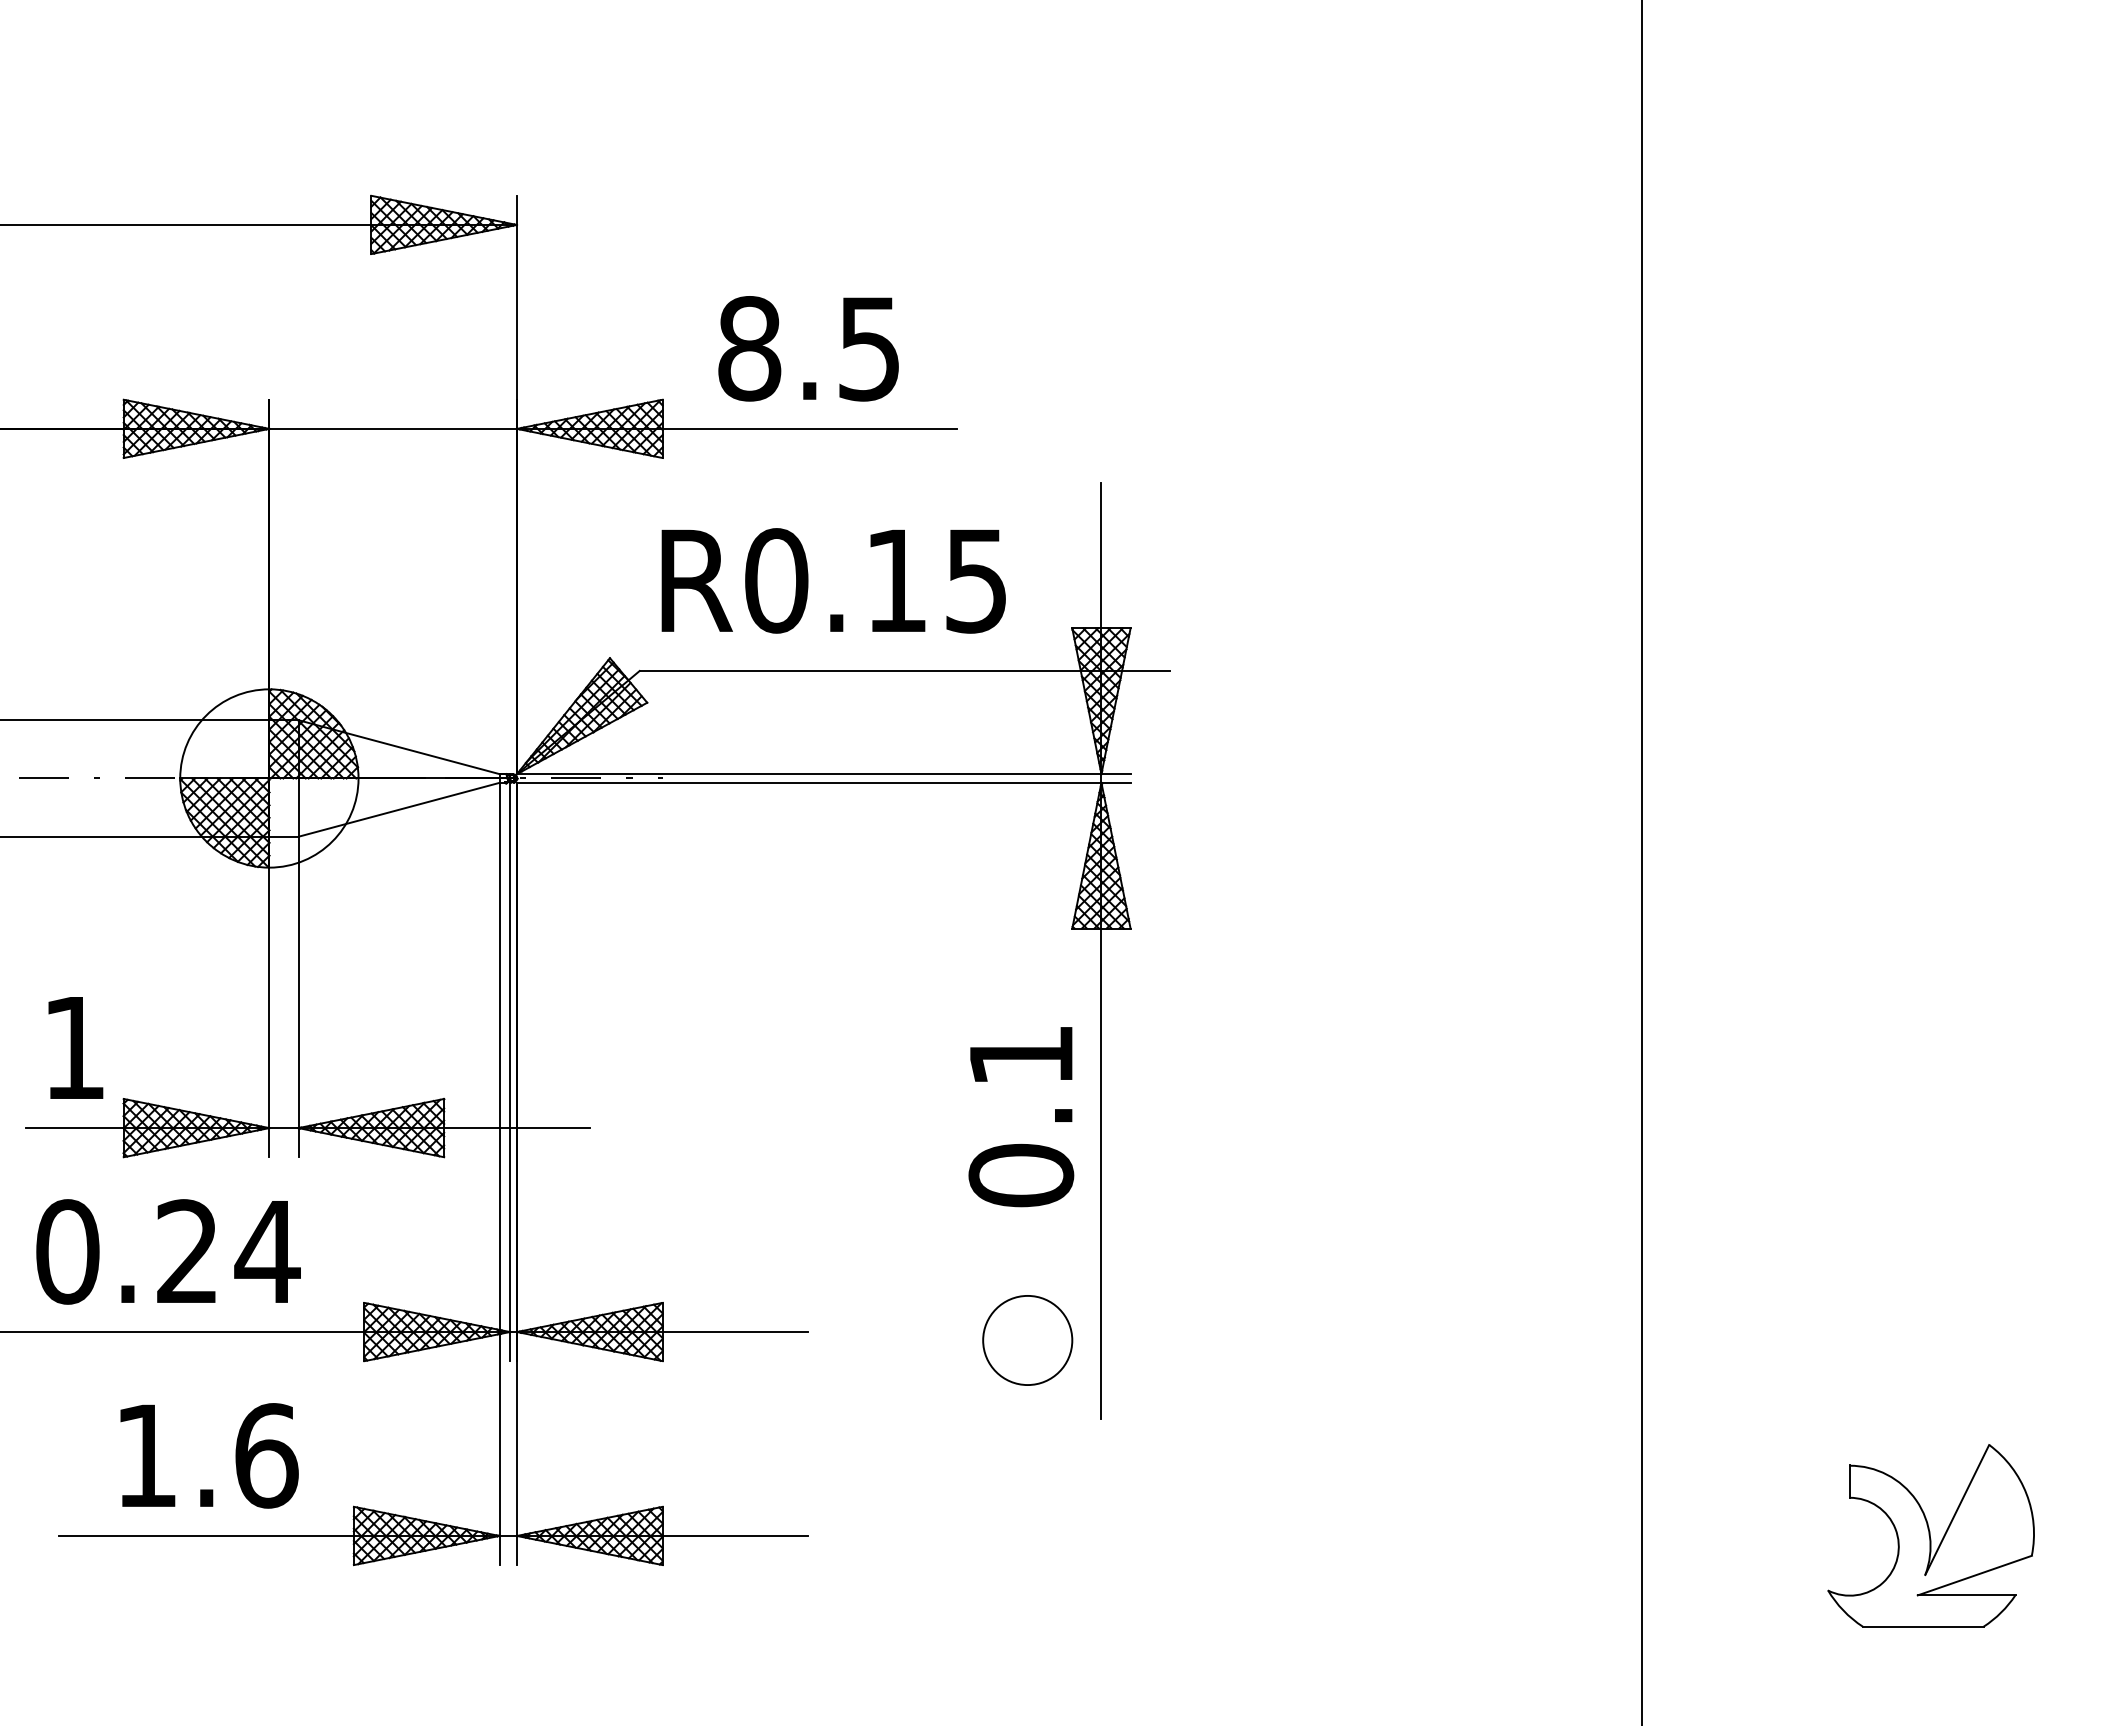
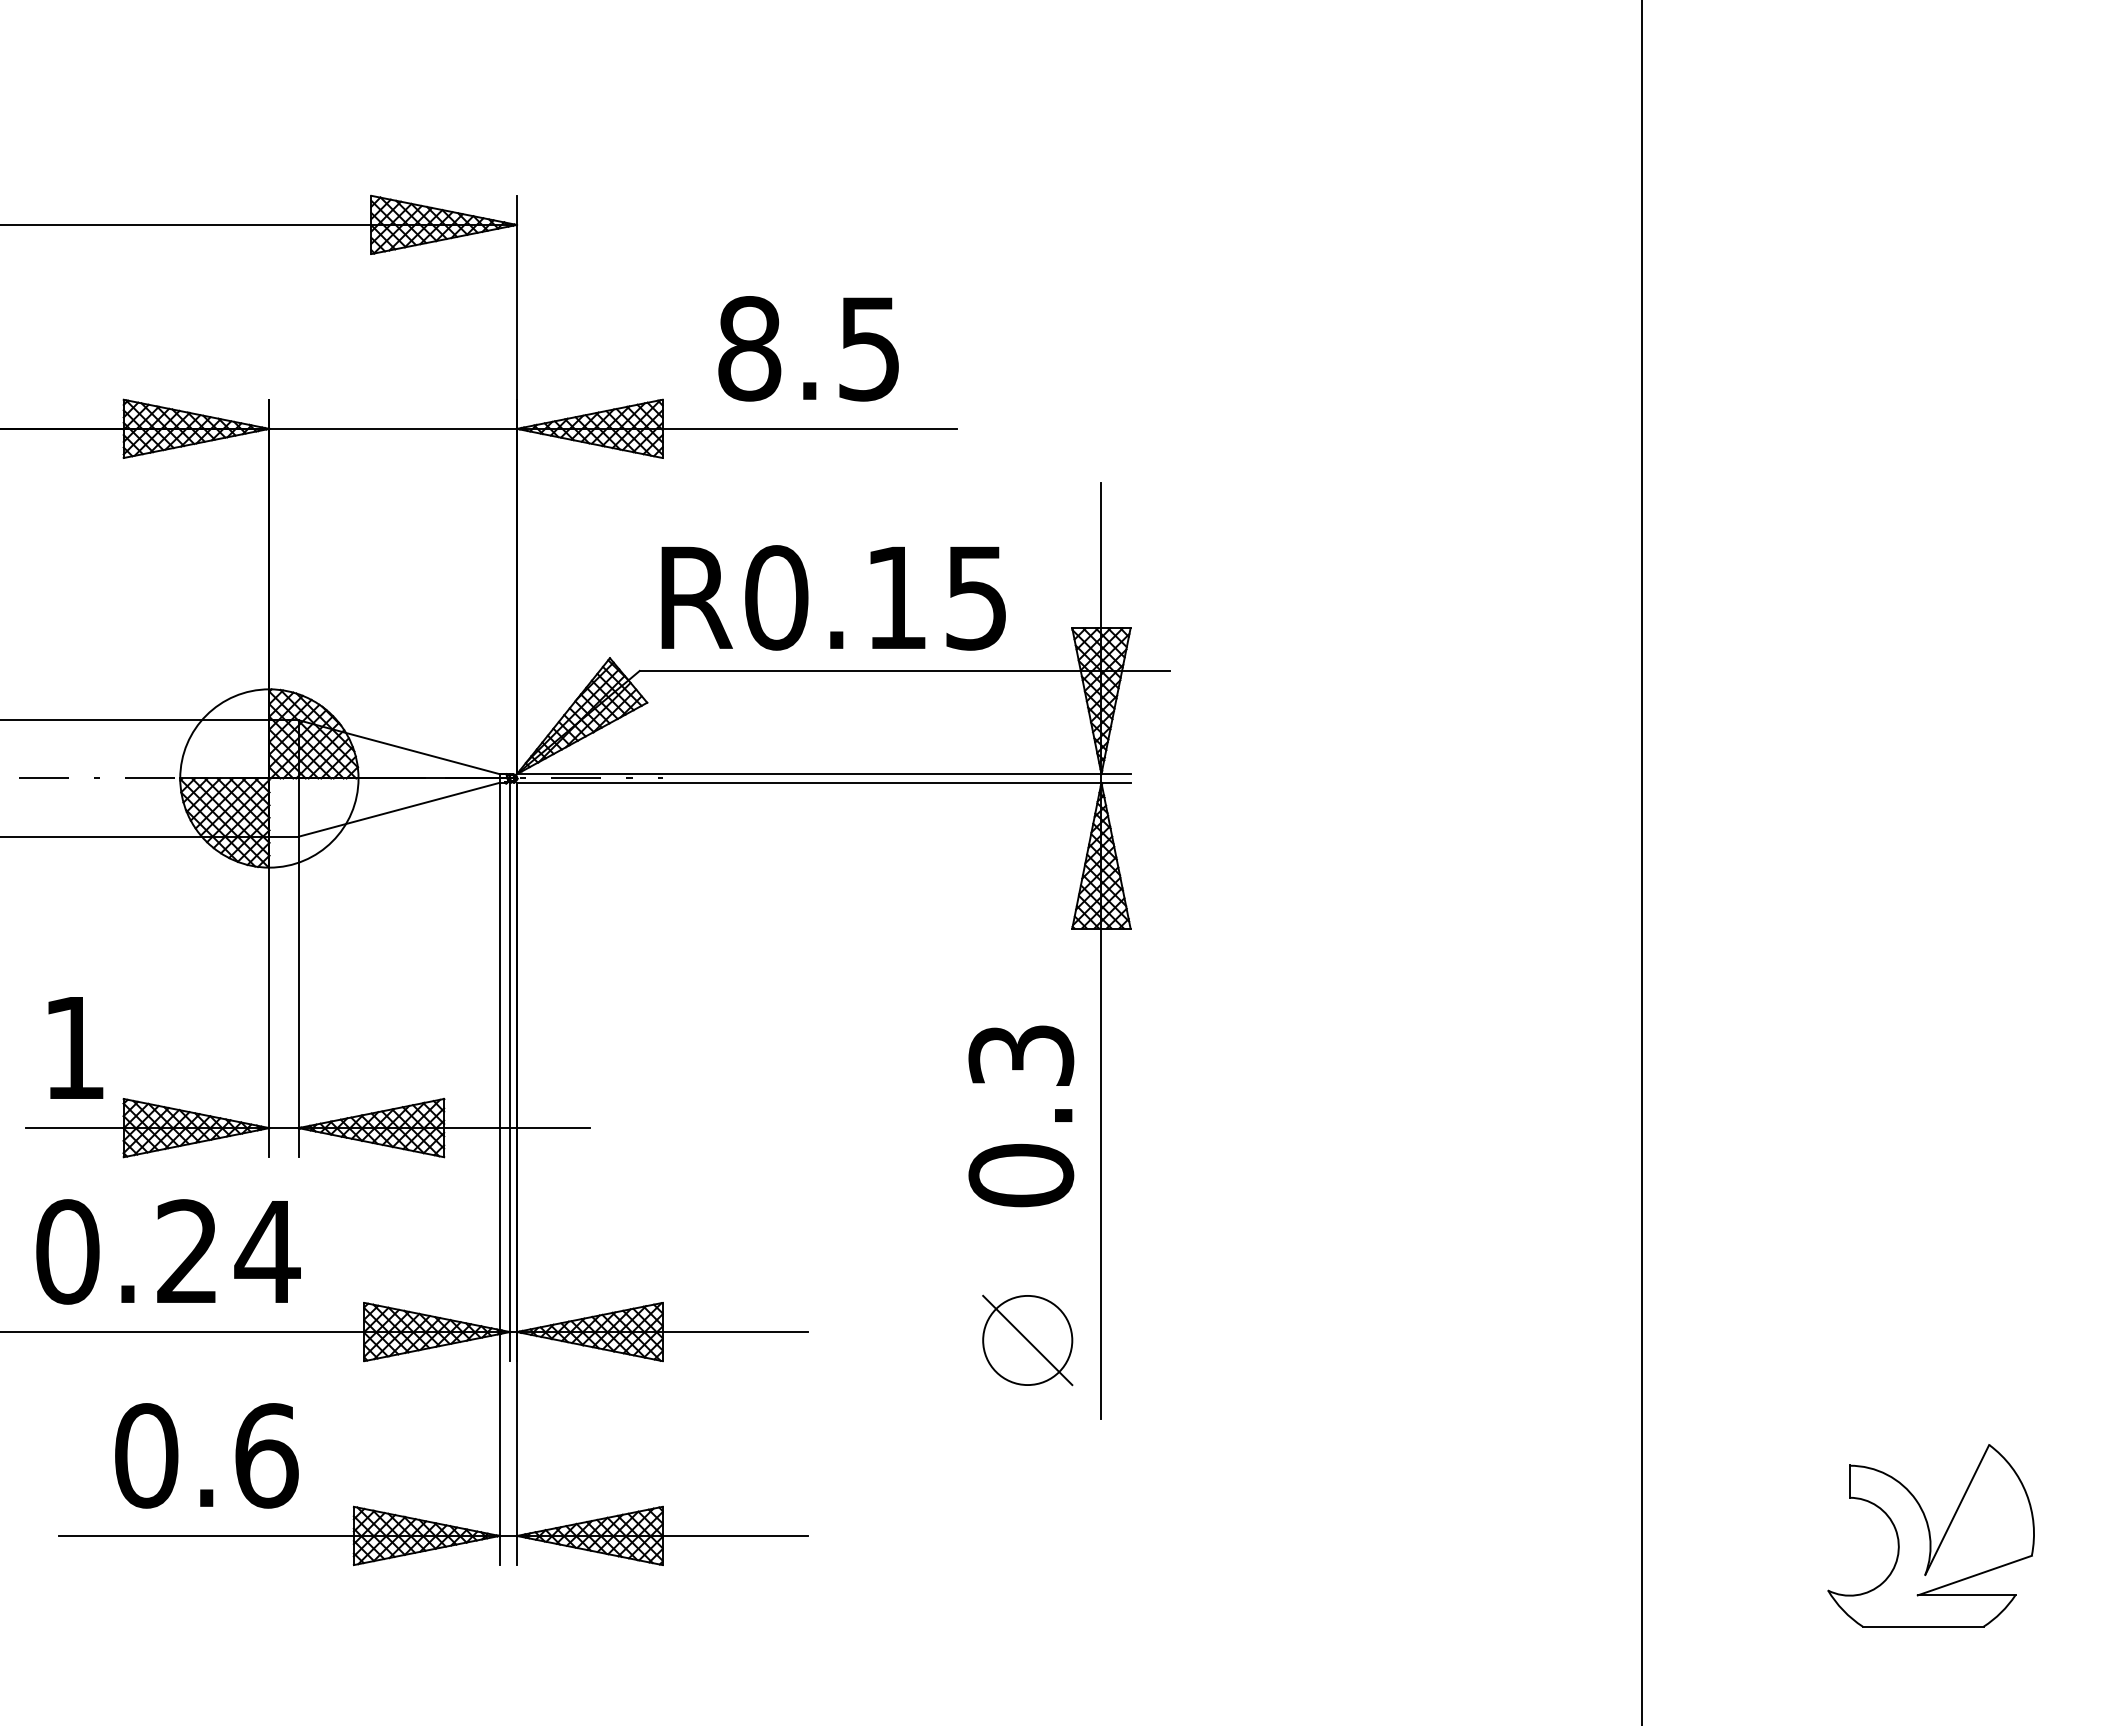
text at (833, 580) position: (833, 580) -> (833, 597)
text at (1021, 1055): 0.1 -> 0.3
line at (1027, 1340): none -> present
text at (146, 1455): 1.6 -> 0.6
